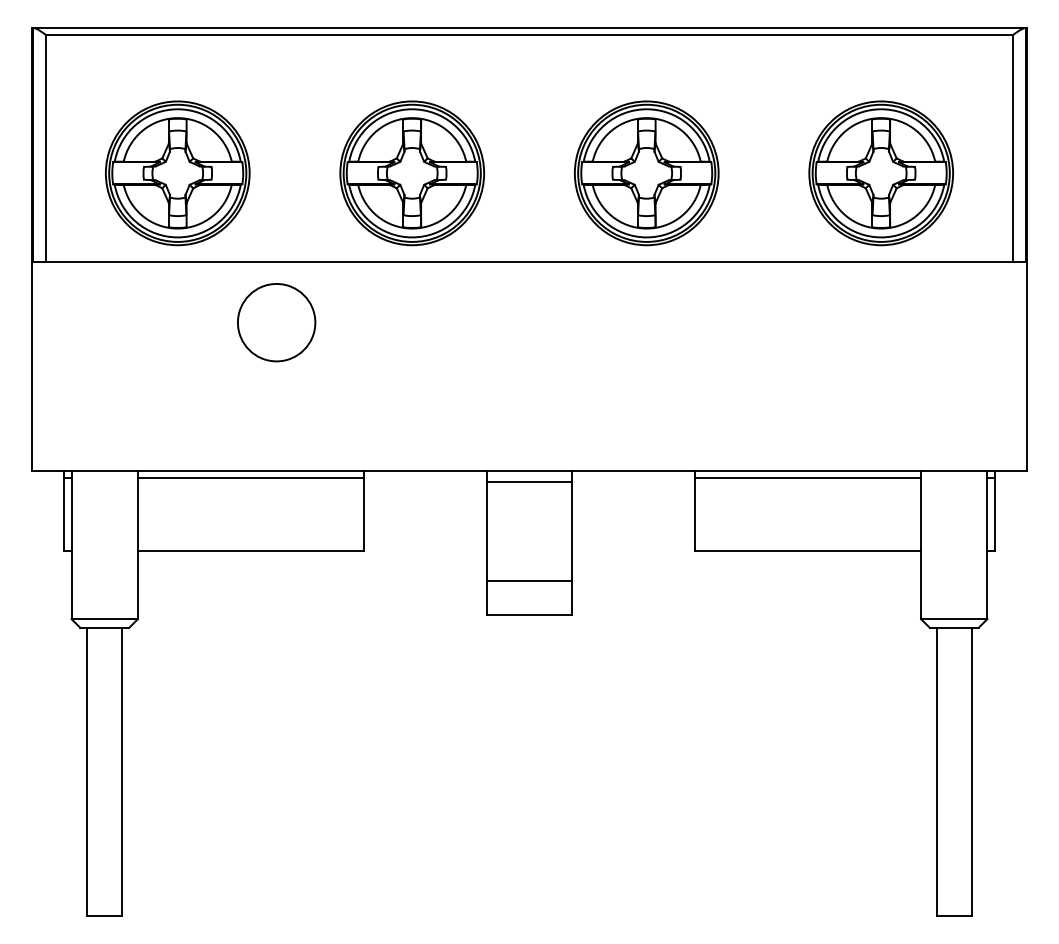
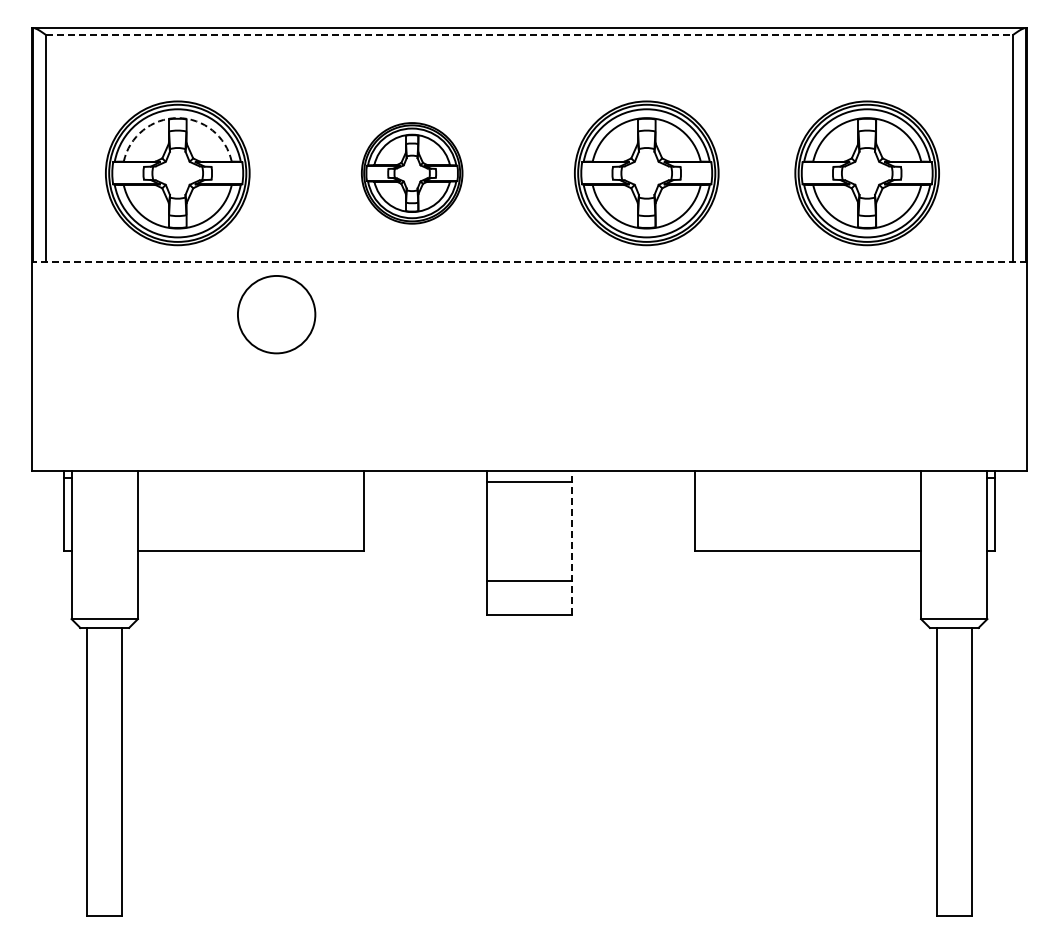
line at (530, 35): solid -> dashed
arc at (177, 118): solid -> dashed
part at (411, 173) size: 146x147 px -> 103x103 px
part at (880, 173) position: (880, 173) -> (866, 173)
line at (529, 261): solid -> dashed
circle at (276, 322) position: (276, 322) -> (276, 314)
line at (250, 477): present -> none
line at (808, 477): present -> none
line at (571, 542): solid -> dashed
